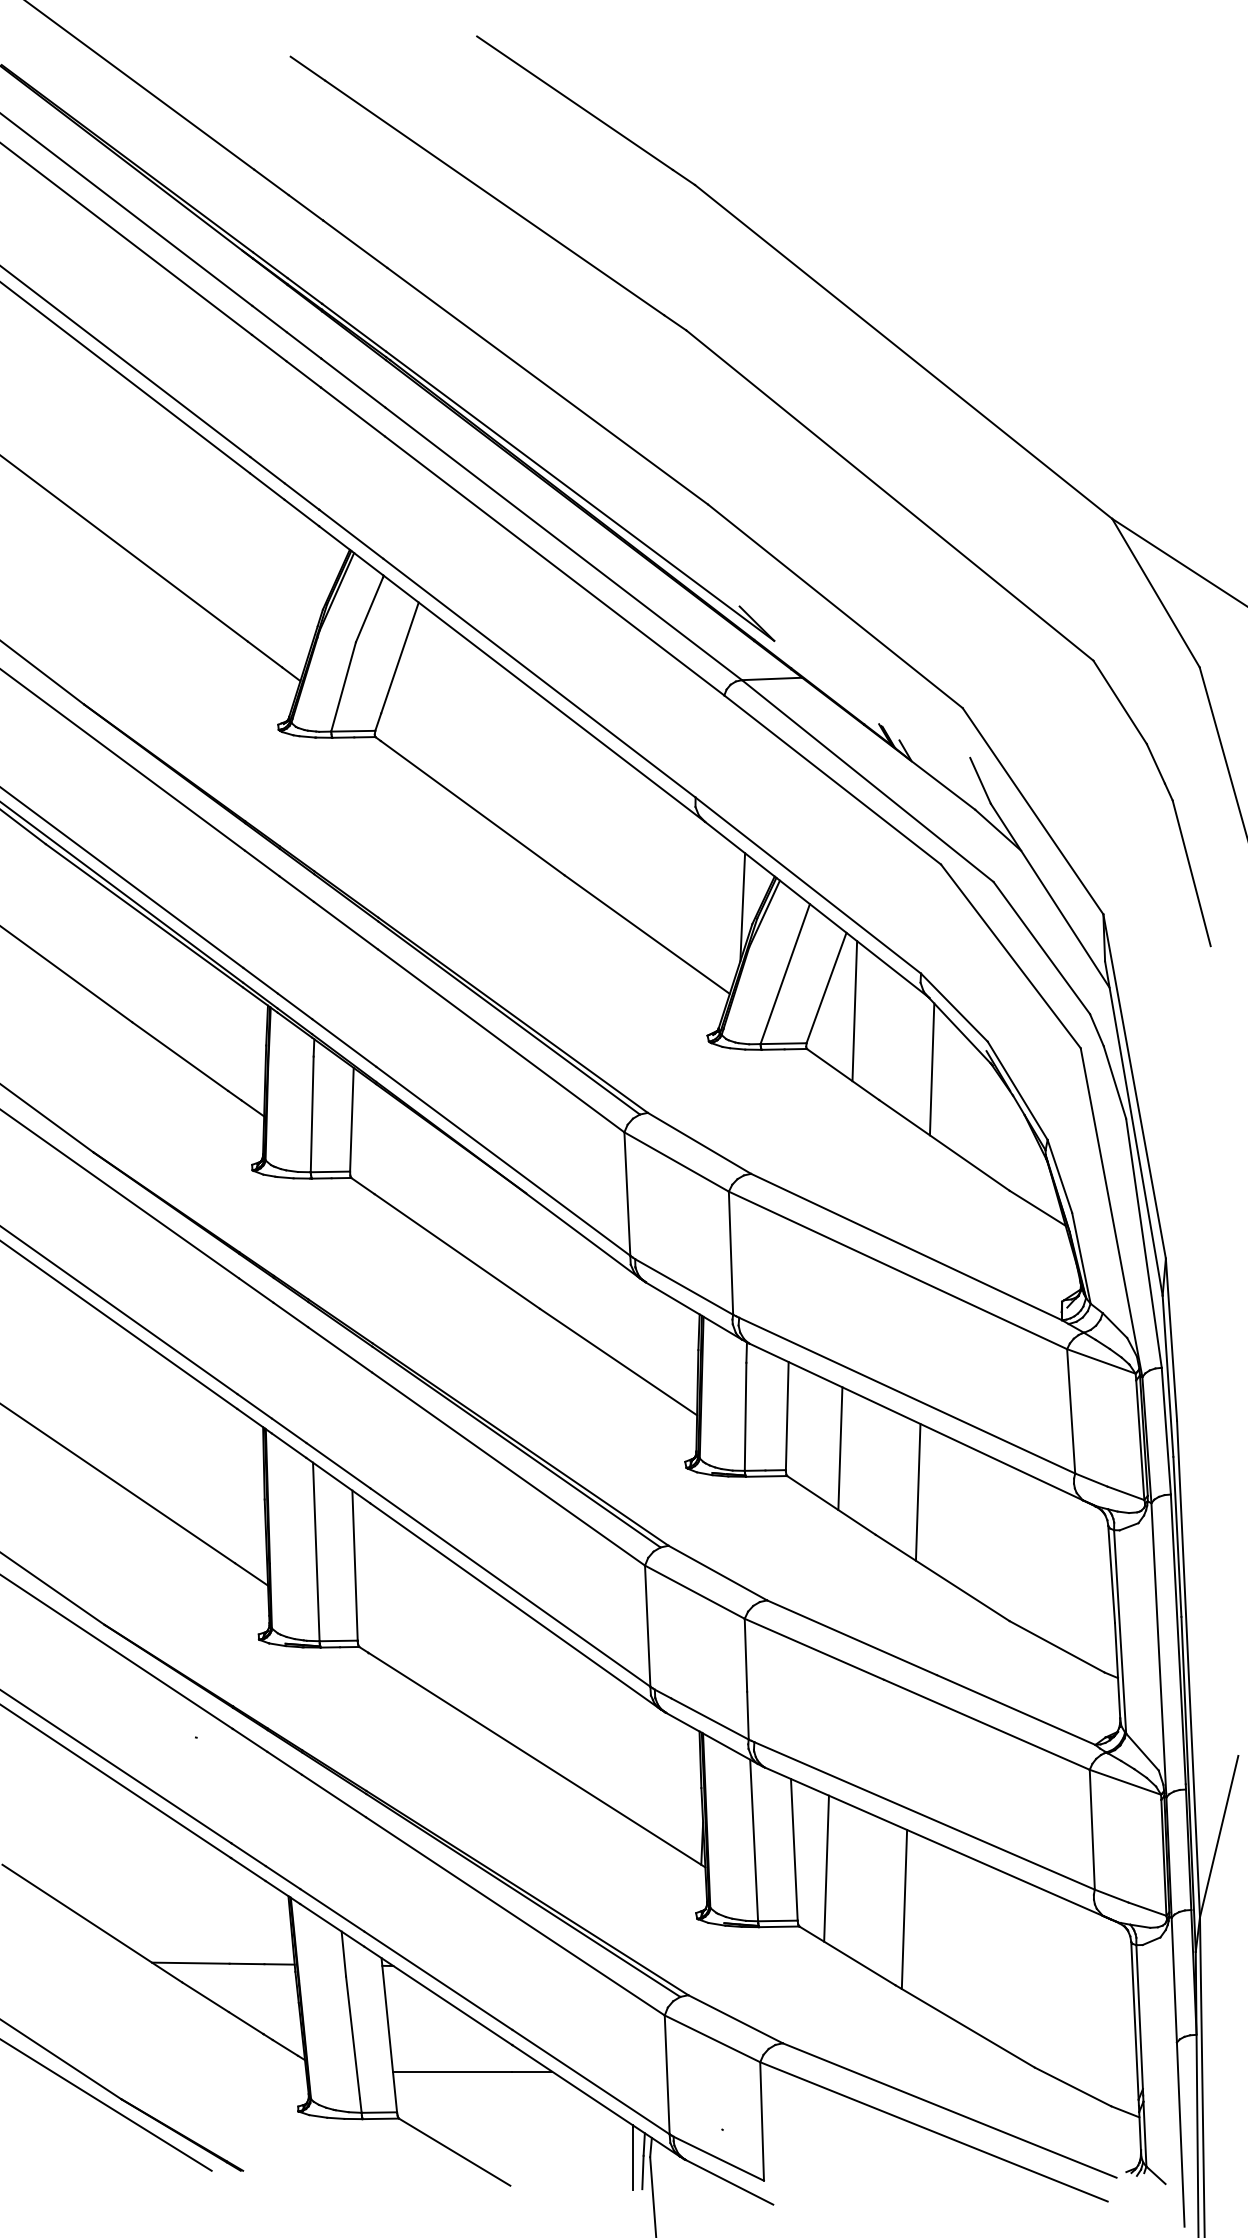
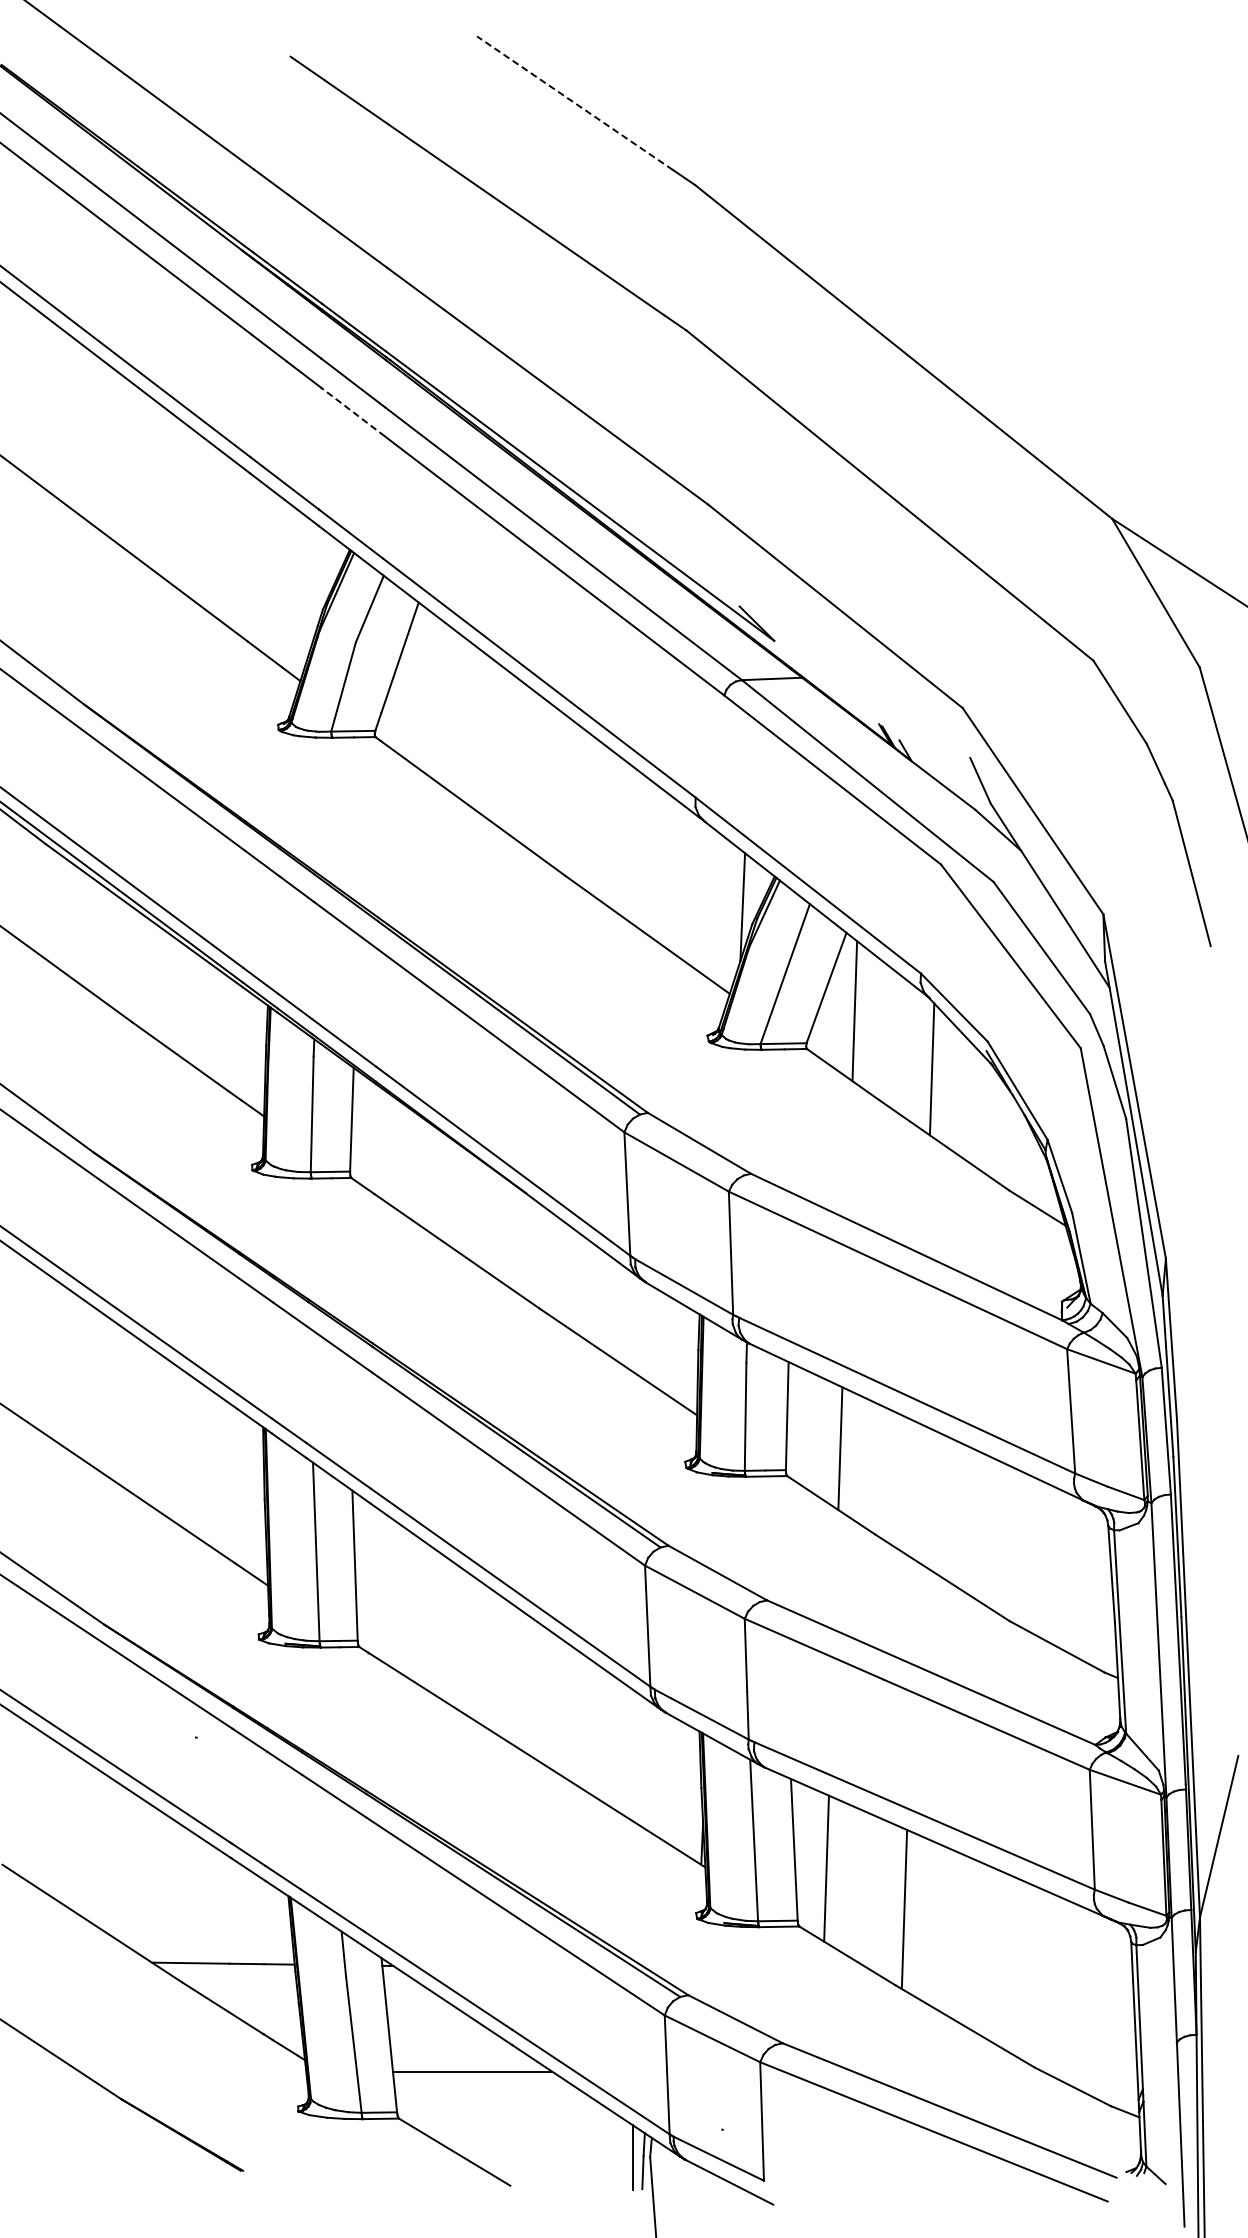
line at (575, 103): solid -> dashed
line at (352, 411): solid -> dashed
line at (917, 1491): present -> none
line at (106, 2105): present -> none
